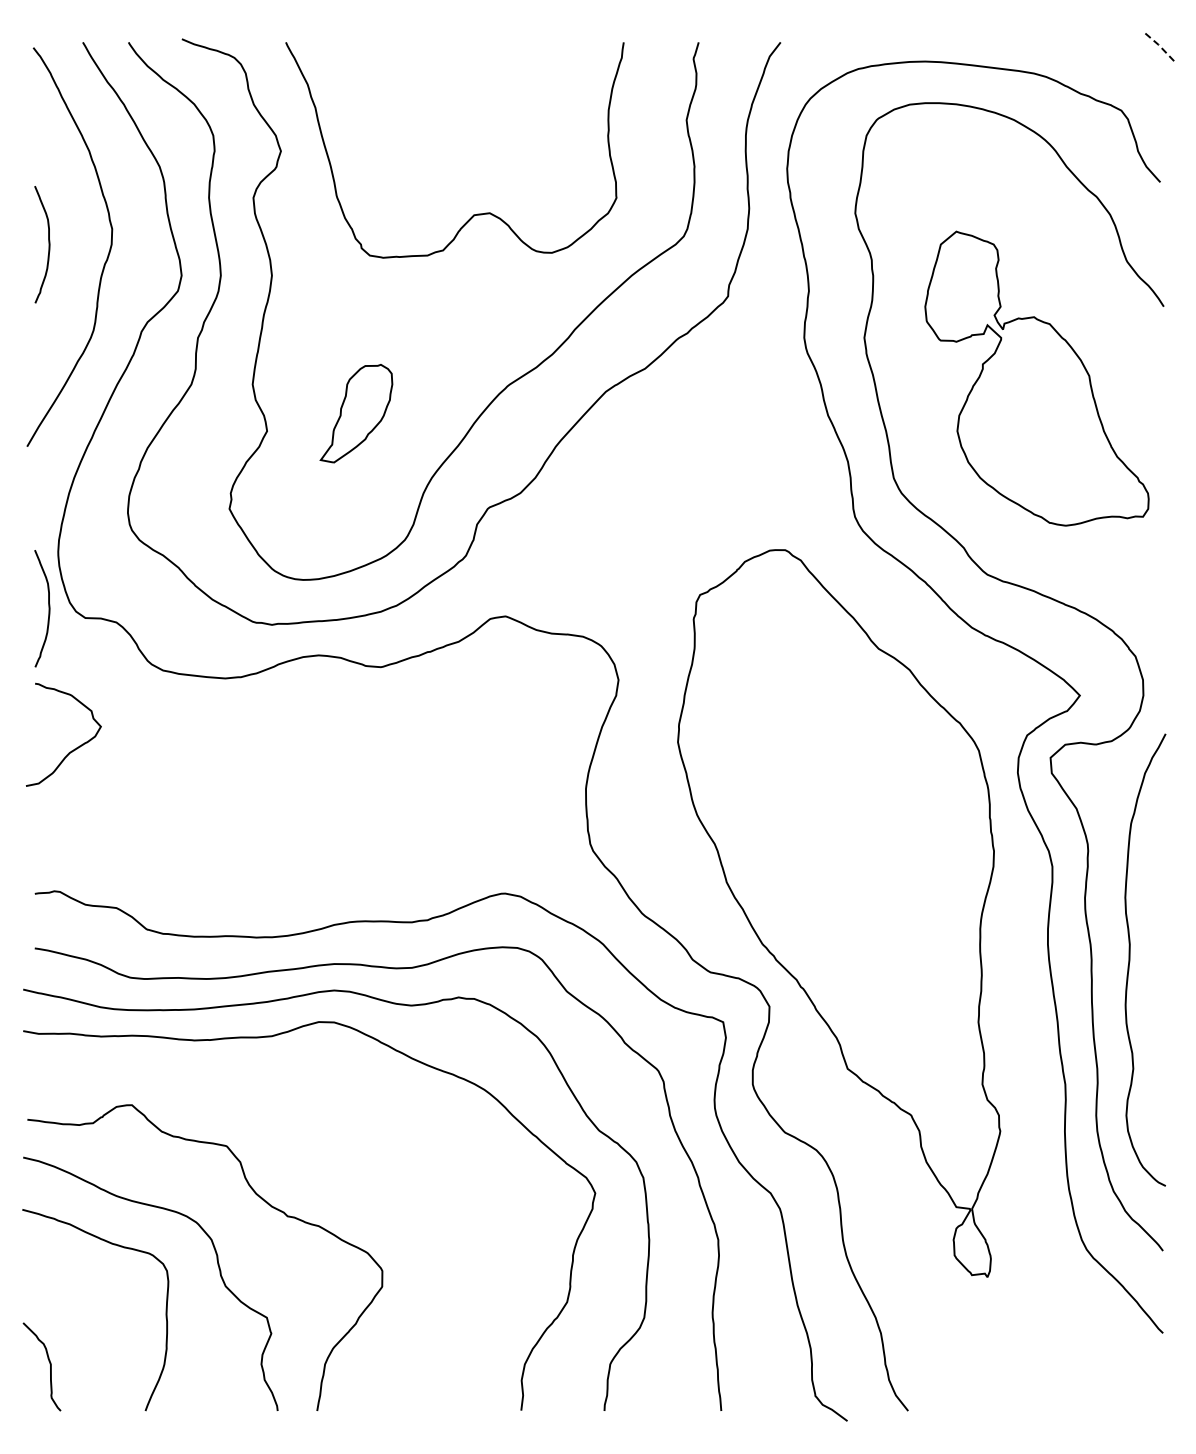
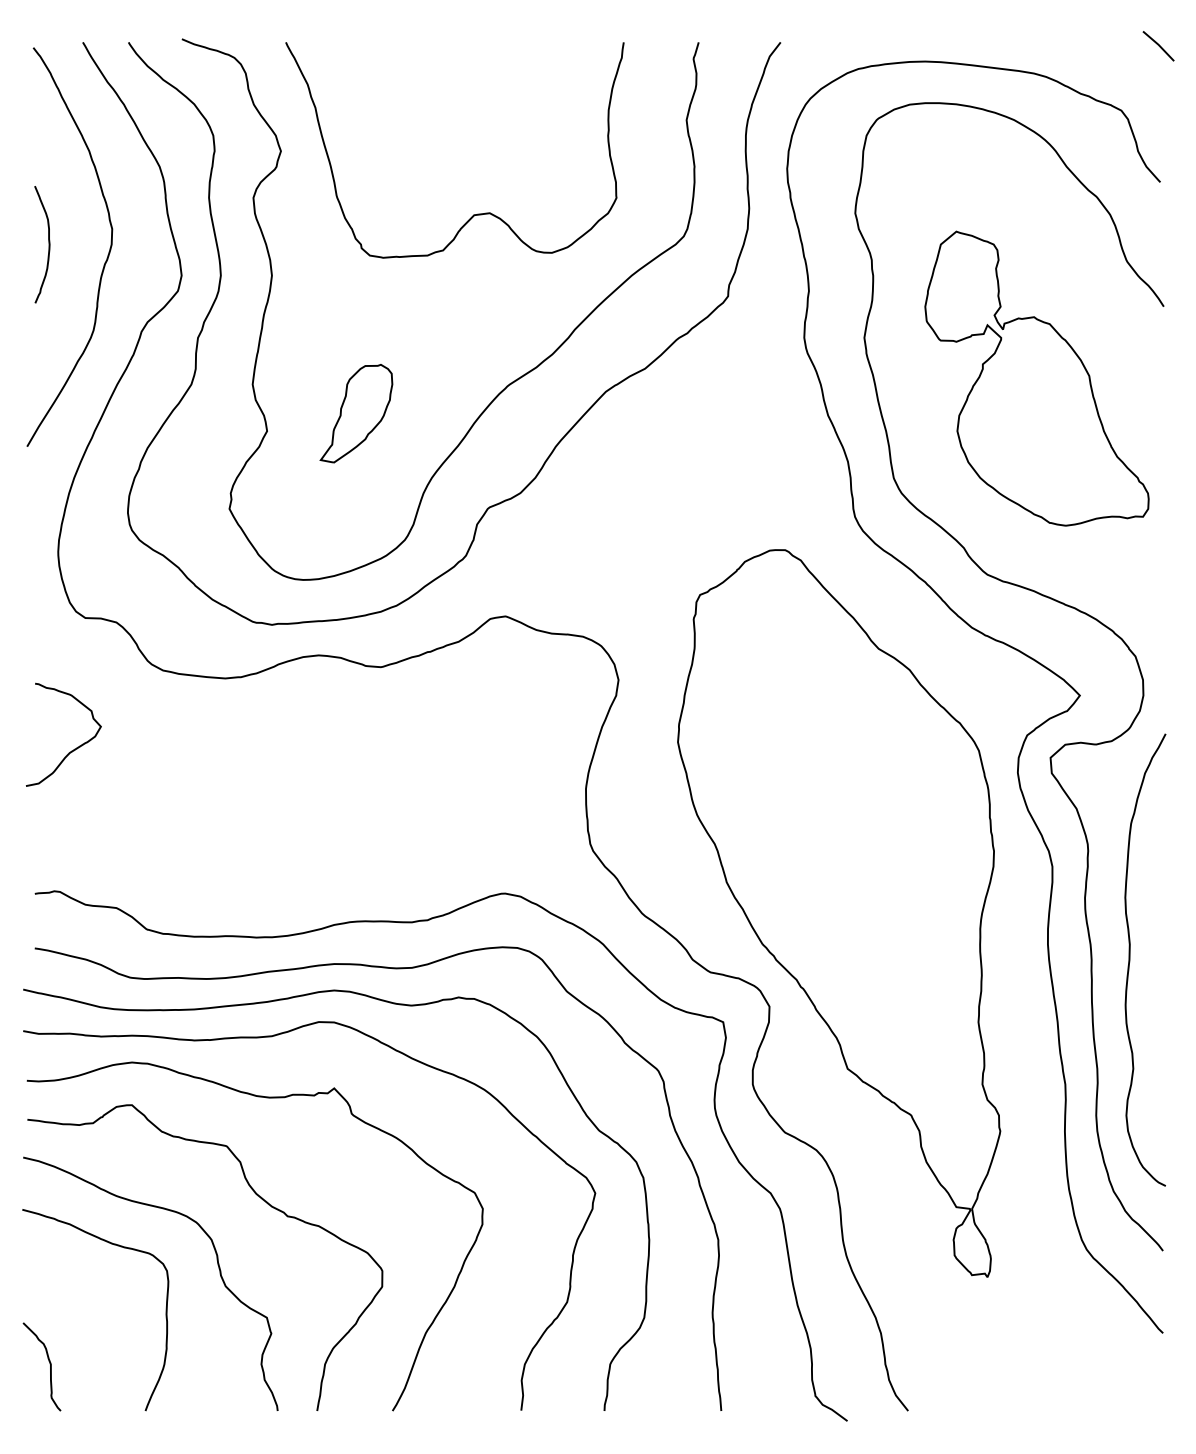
line at (1158, 44): dashed -> solid
curve at (48, 608): present -> none
curve at (266, 1098): none -> present
